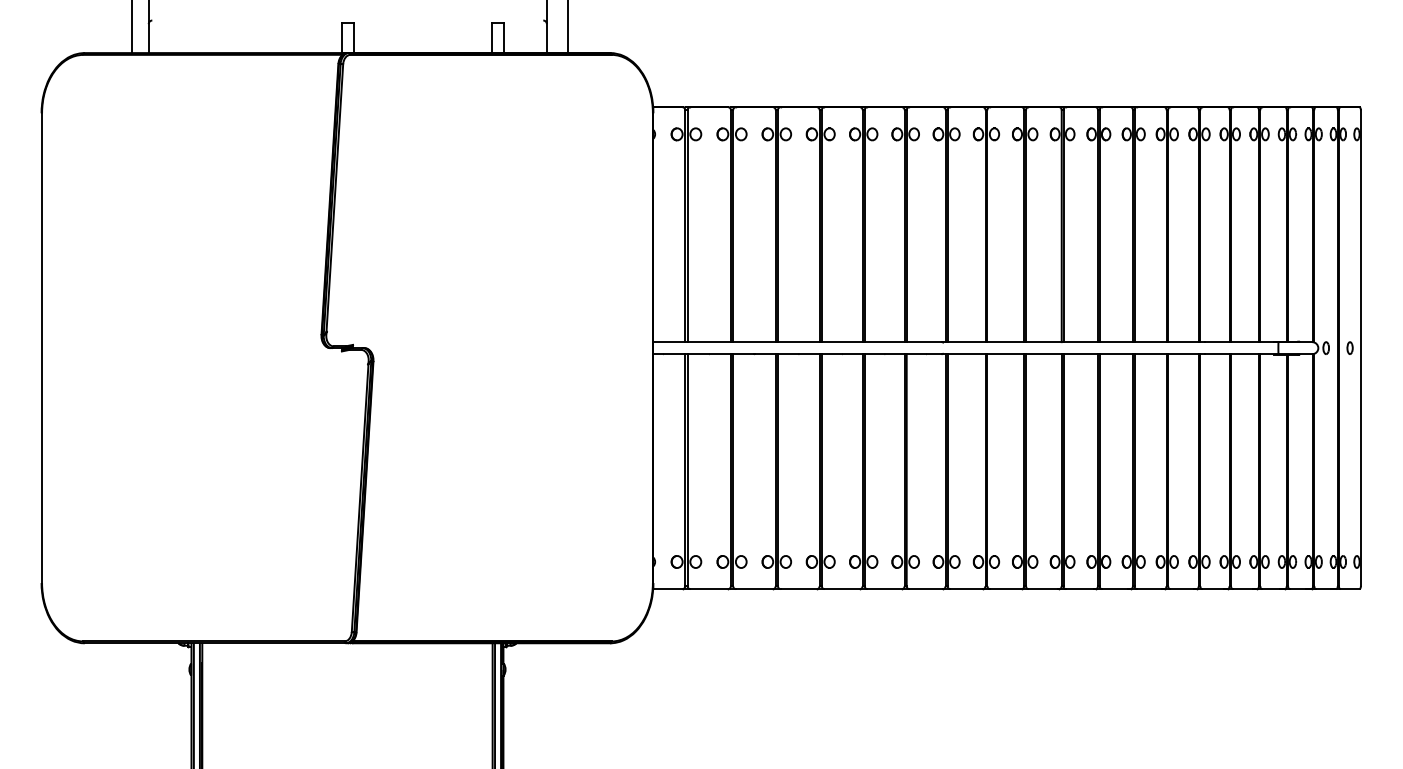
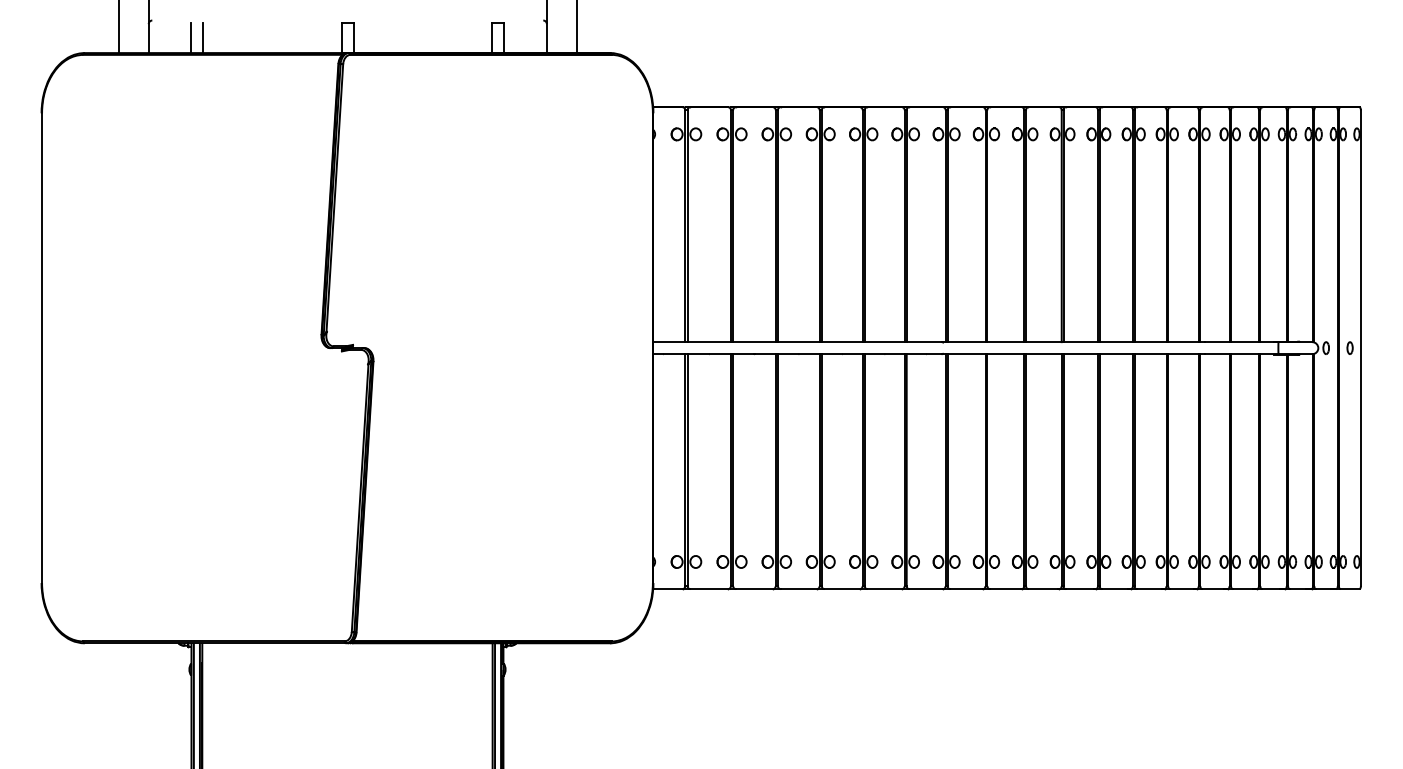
line at (131, 27) position: (131, 27) -> (118, 27)
line at (567, 27) position: (567, 27) -> (576, 27)
line at (191, 37): none -> present
line at (203, 37): none -> present
